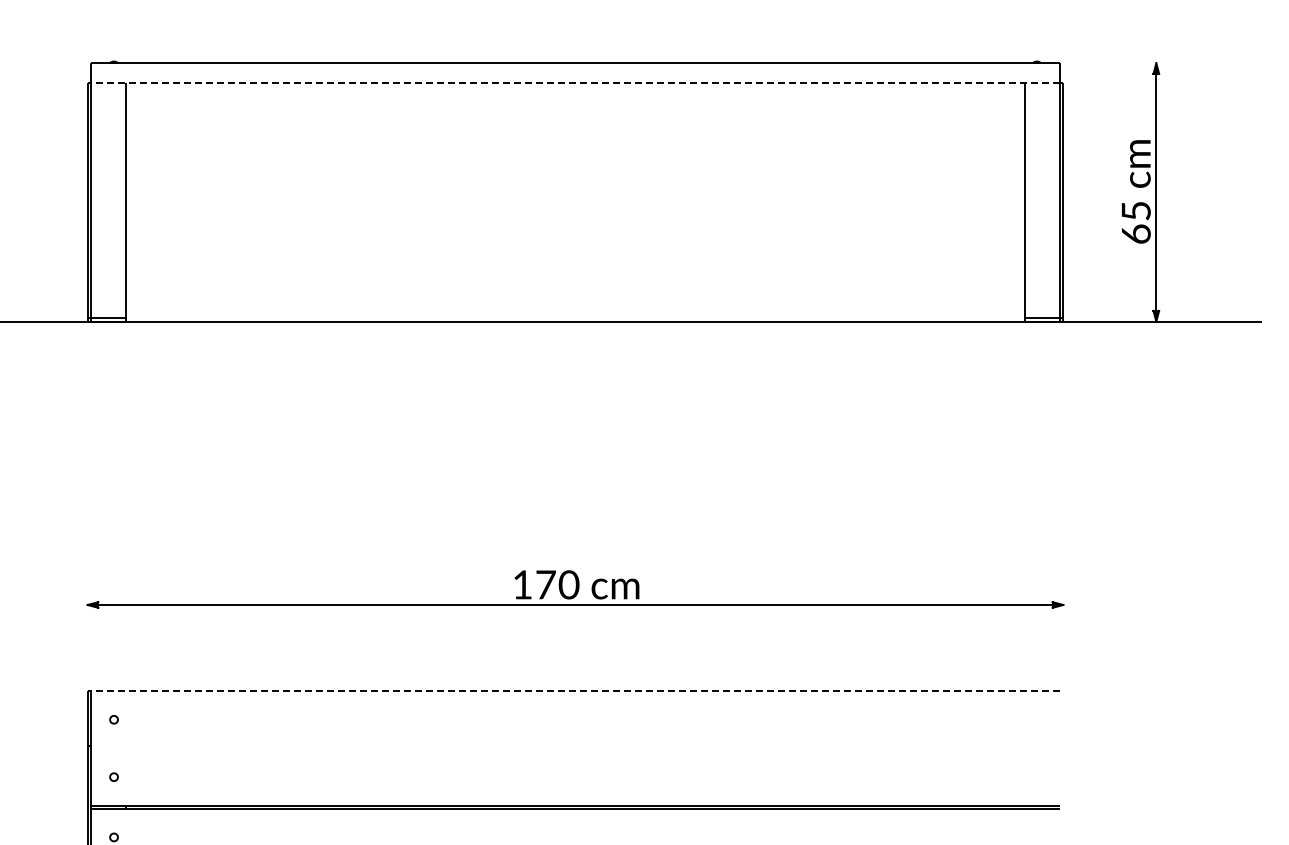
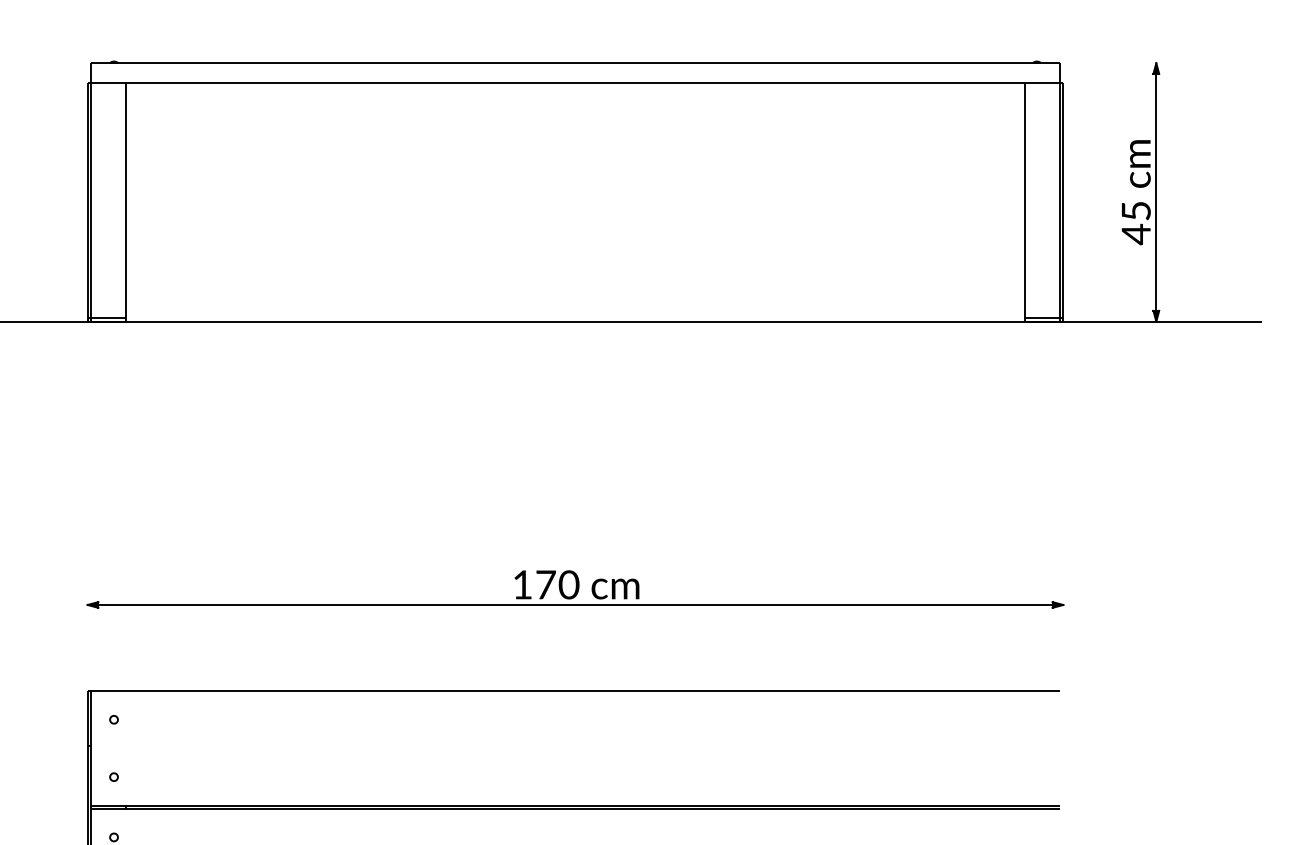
line at (574, 83): dashed -> solid
text at (1136, 234): 65 -> 45
line at (574, 691): dashed -> solid
